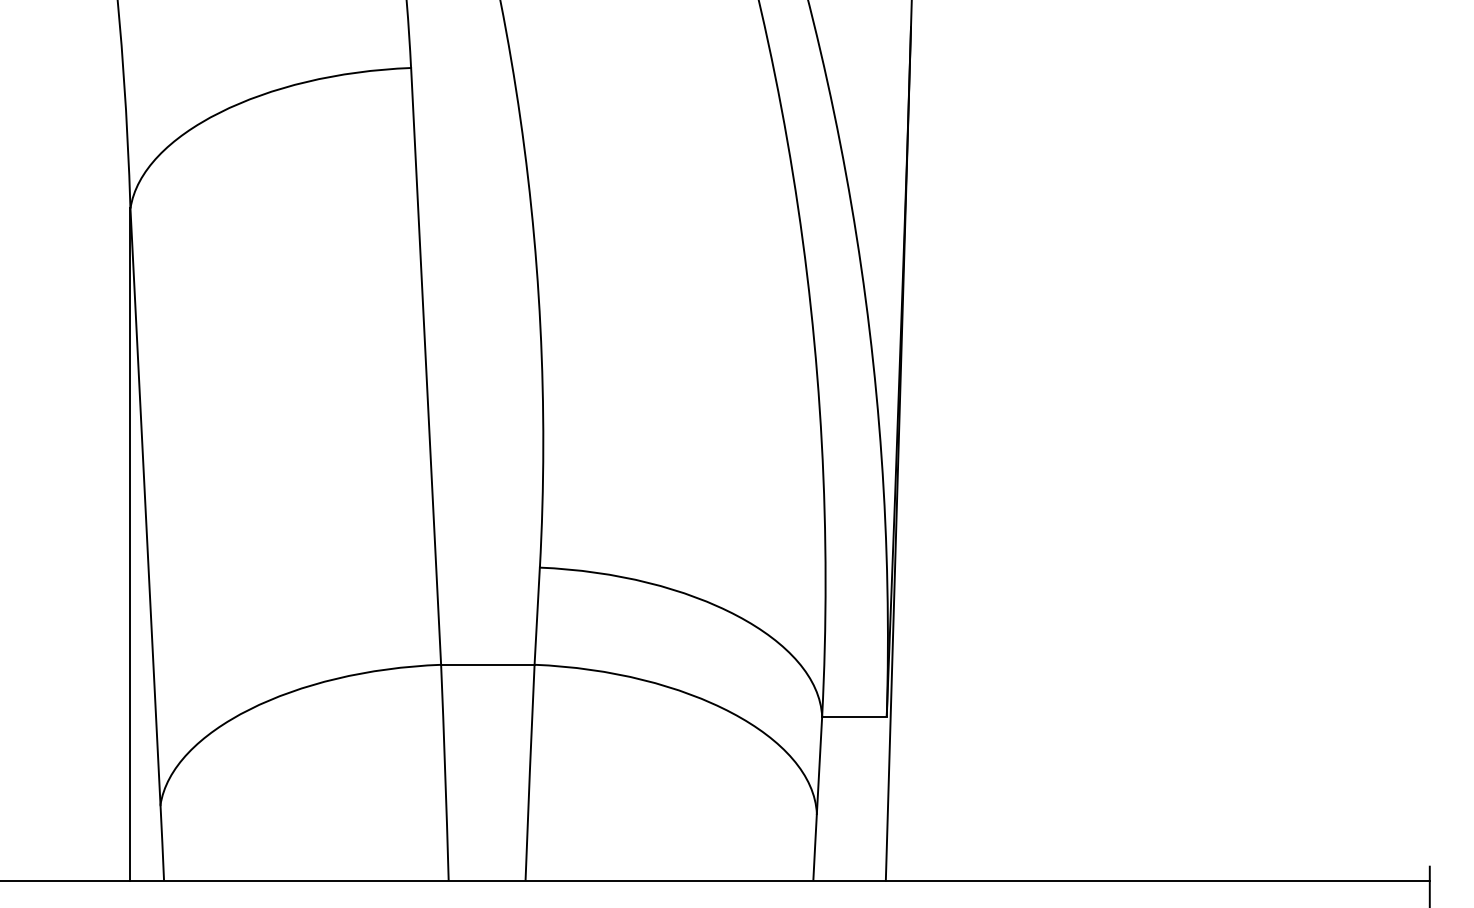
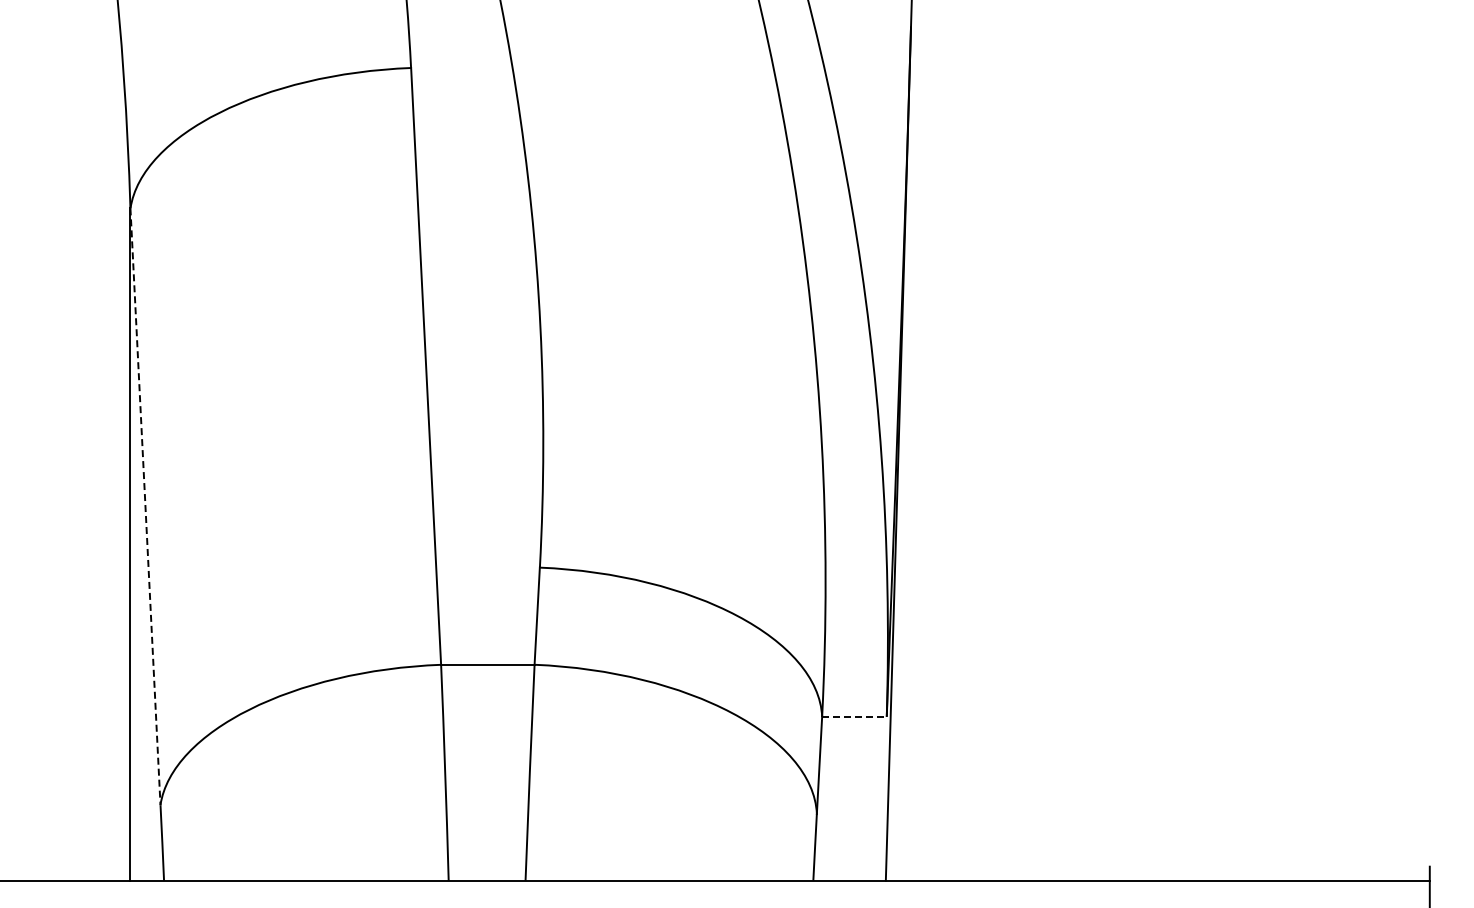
line at (145, 506): solid -> dashed
line at (854, 716): solid -> dashed
